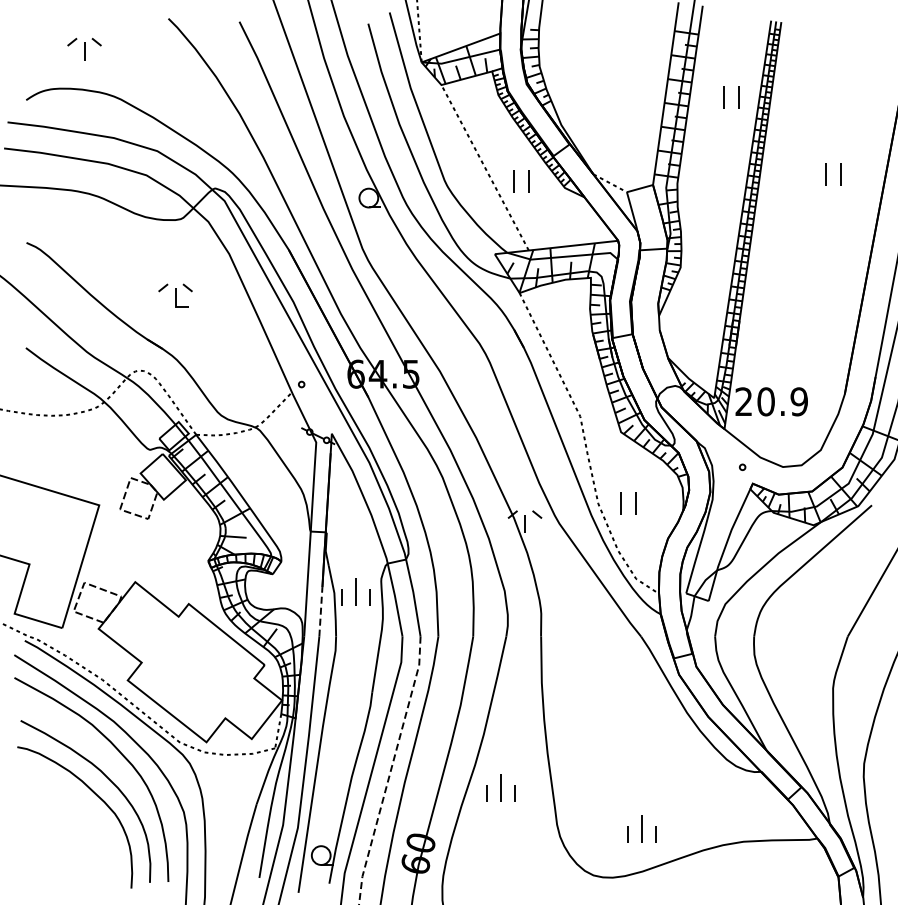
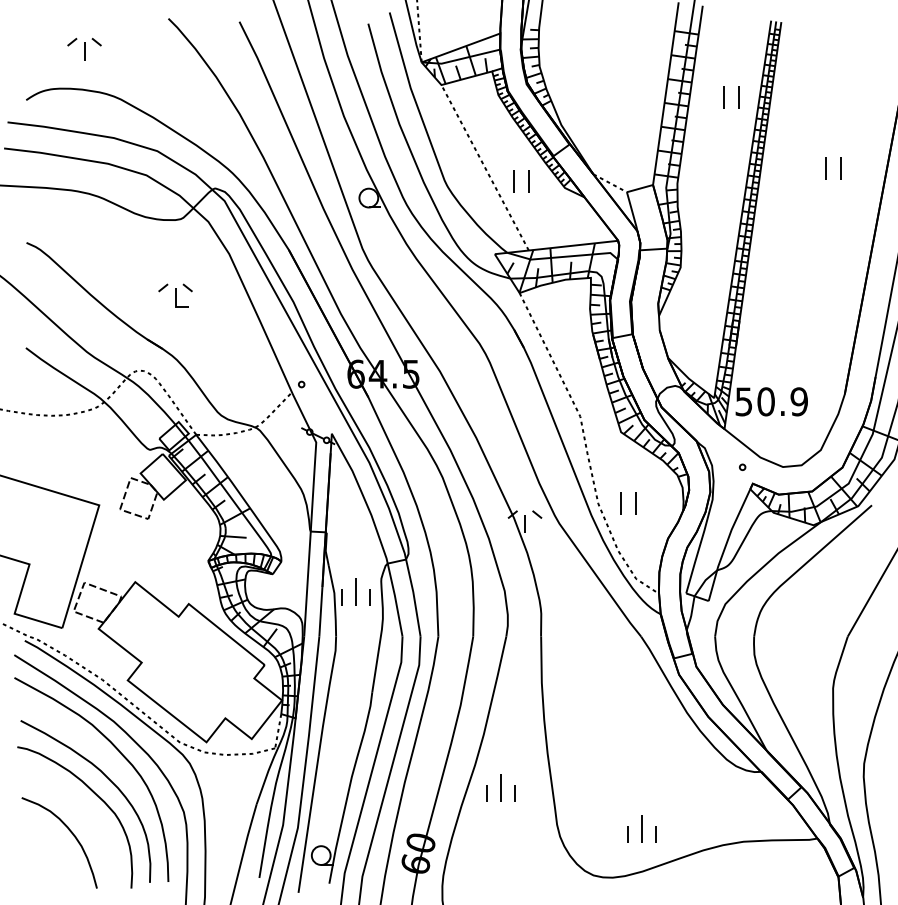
part at (826, 174) position: (826, 174) -> (826, 168)
text at (743, 401): 20.9 -> 50.9
line at (320, 611): dashed -> solid
line at (390, 770): dashed -> solid
curve at (69, 831): none -> present
